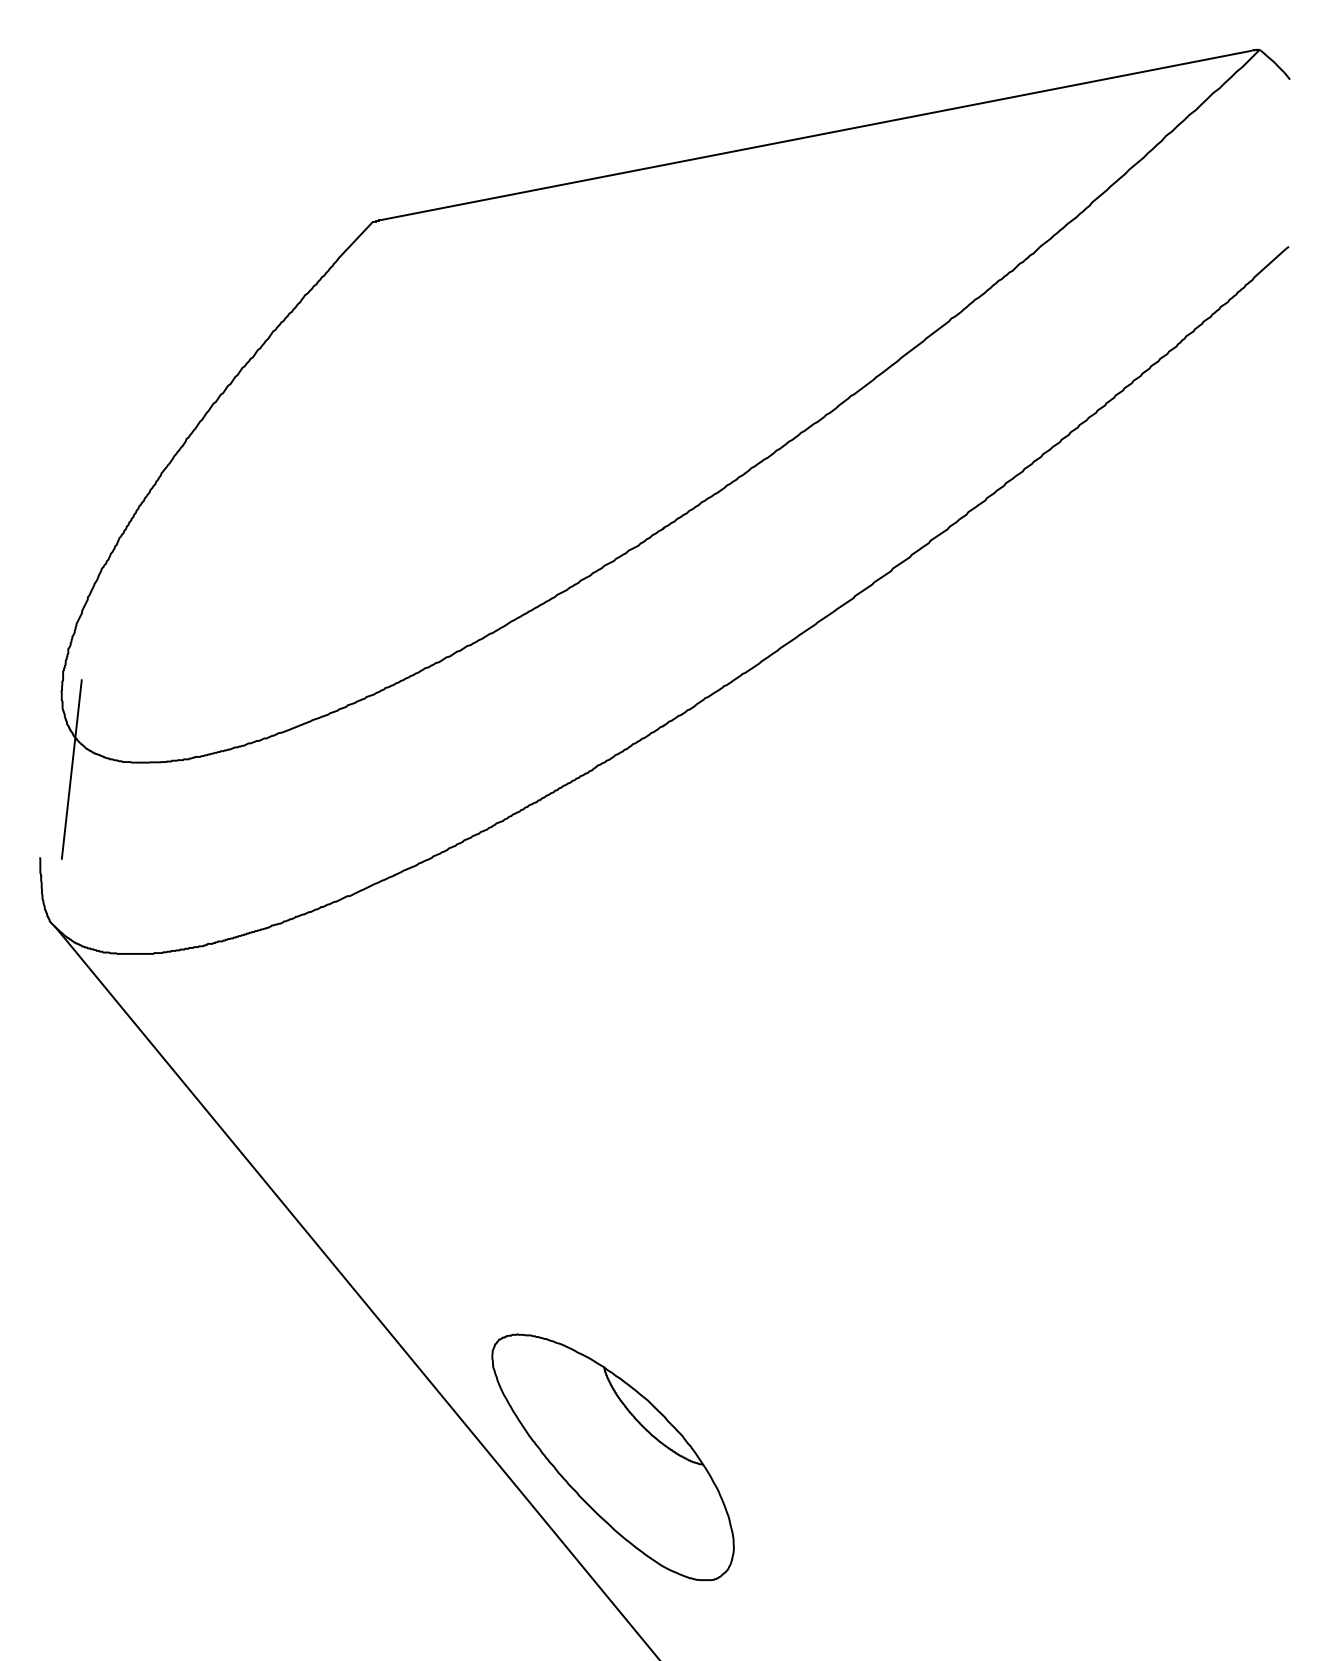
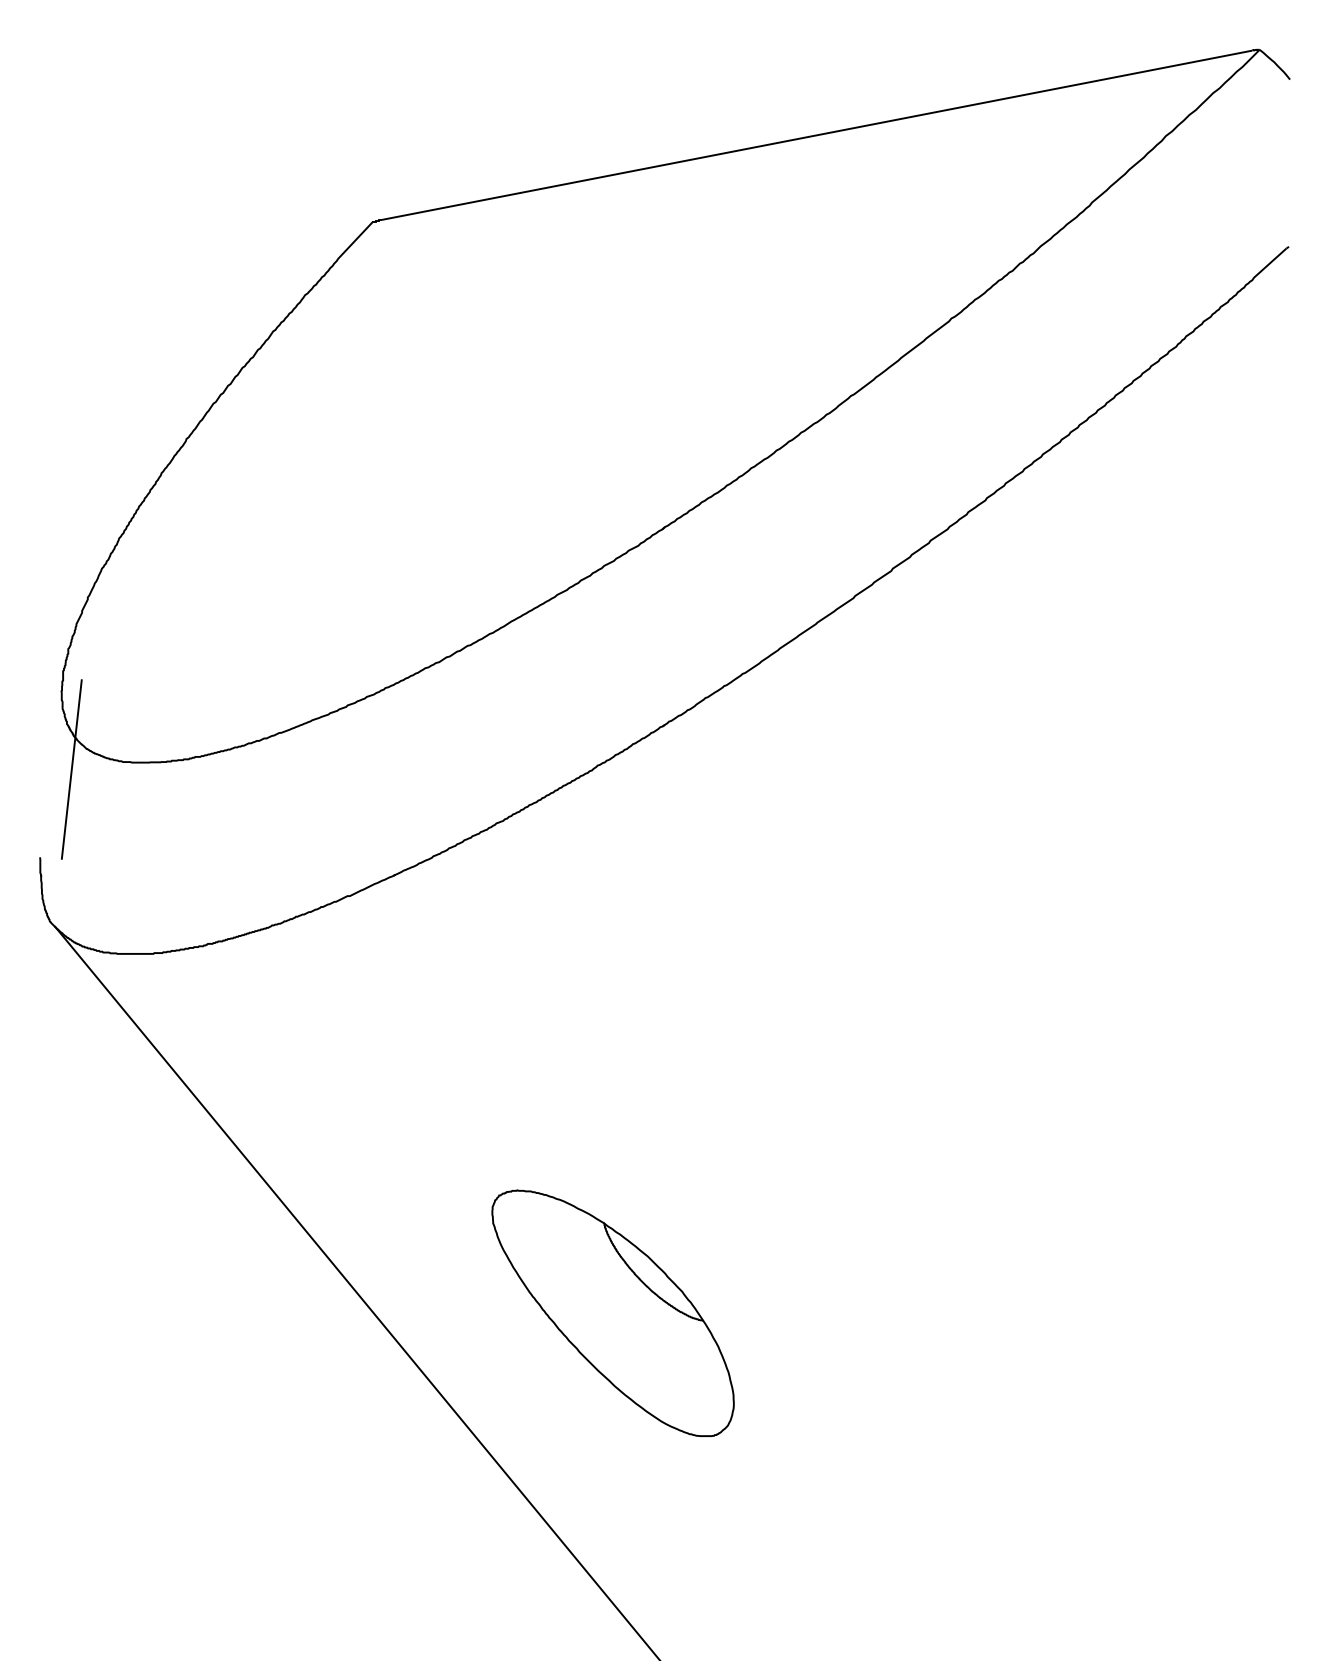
part at (612, 1456) position: (612, 1456) -> (612, 1312)
